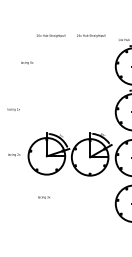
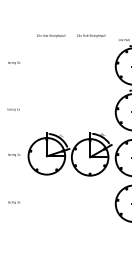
text at (27, 62) position: (27, 62) -> (14, 62)
text at (43, 197) position: (43, 197) -> (13, 202)
